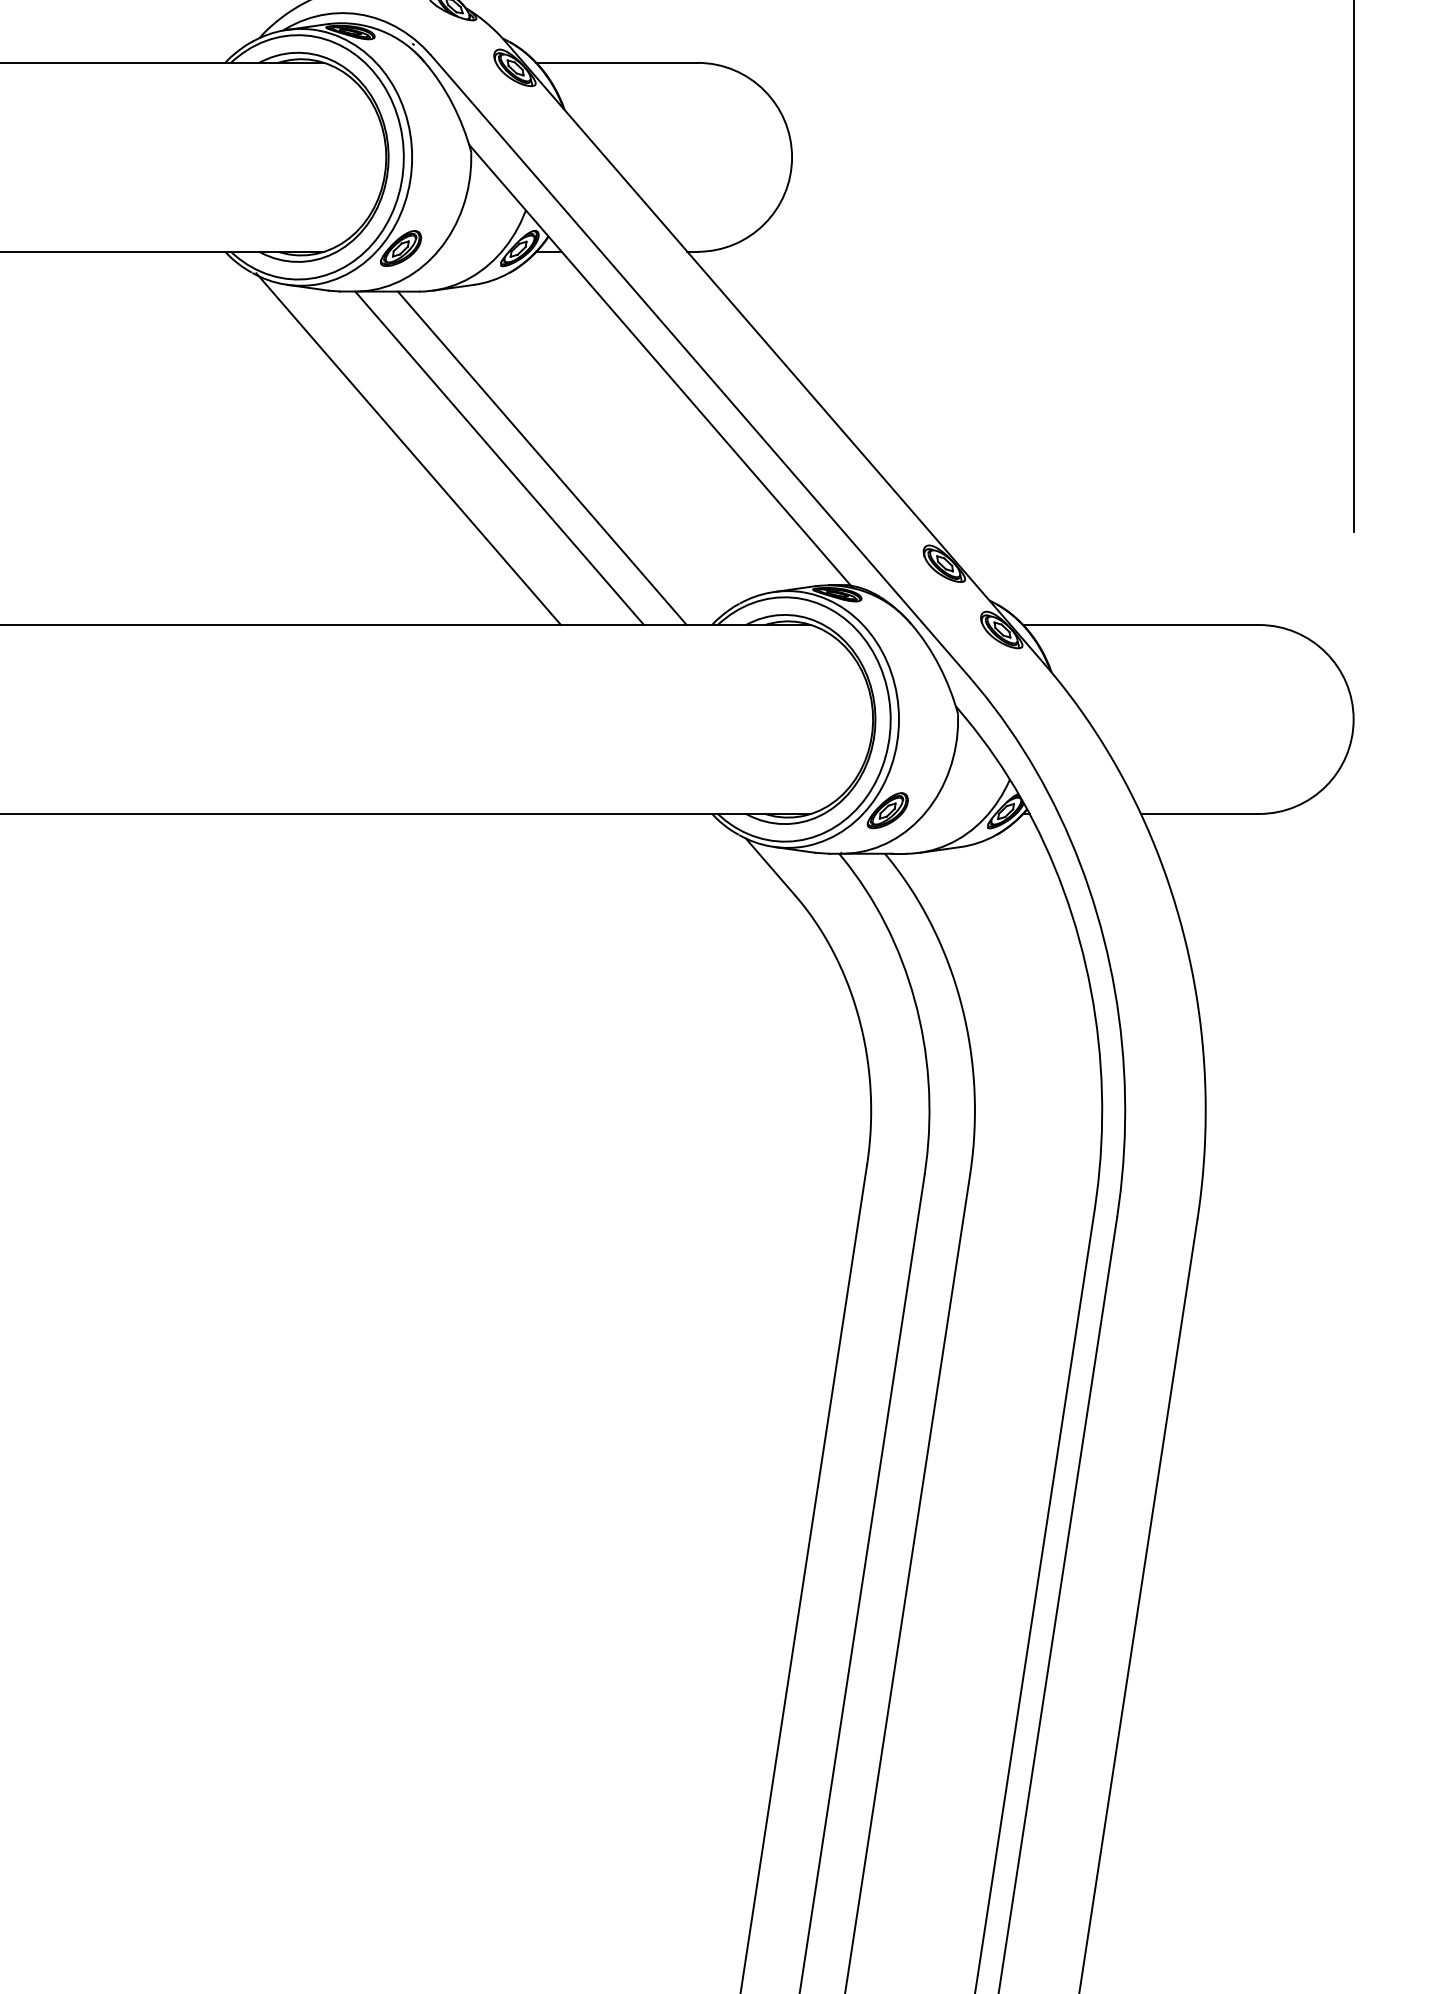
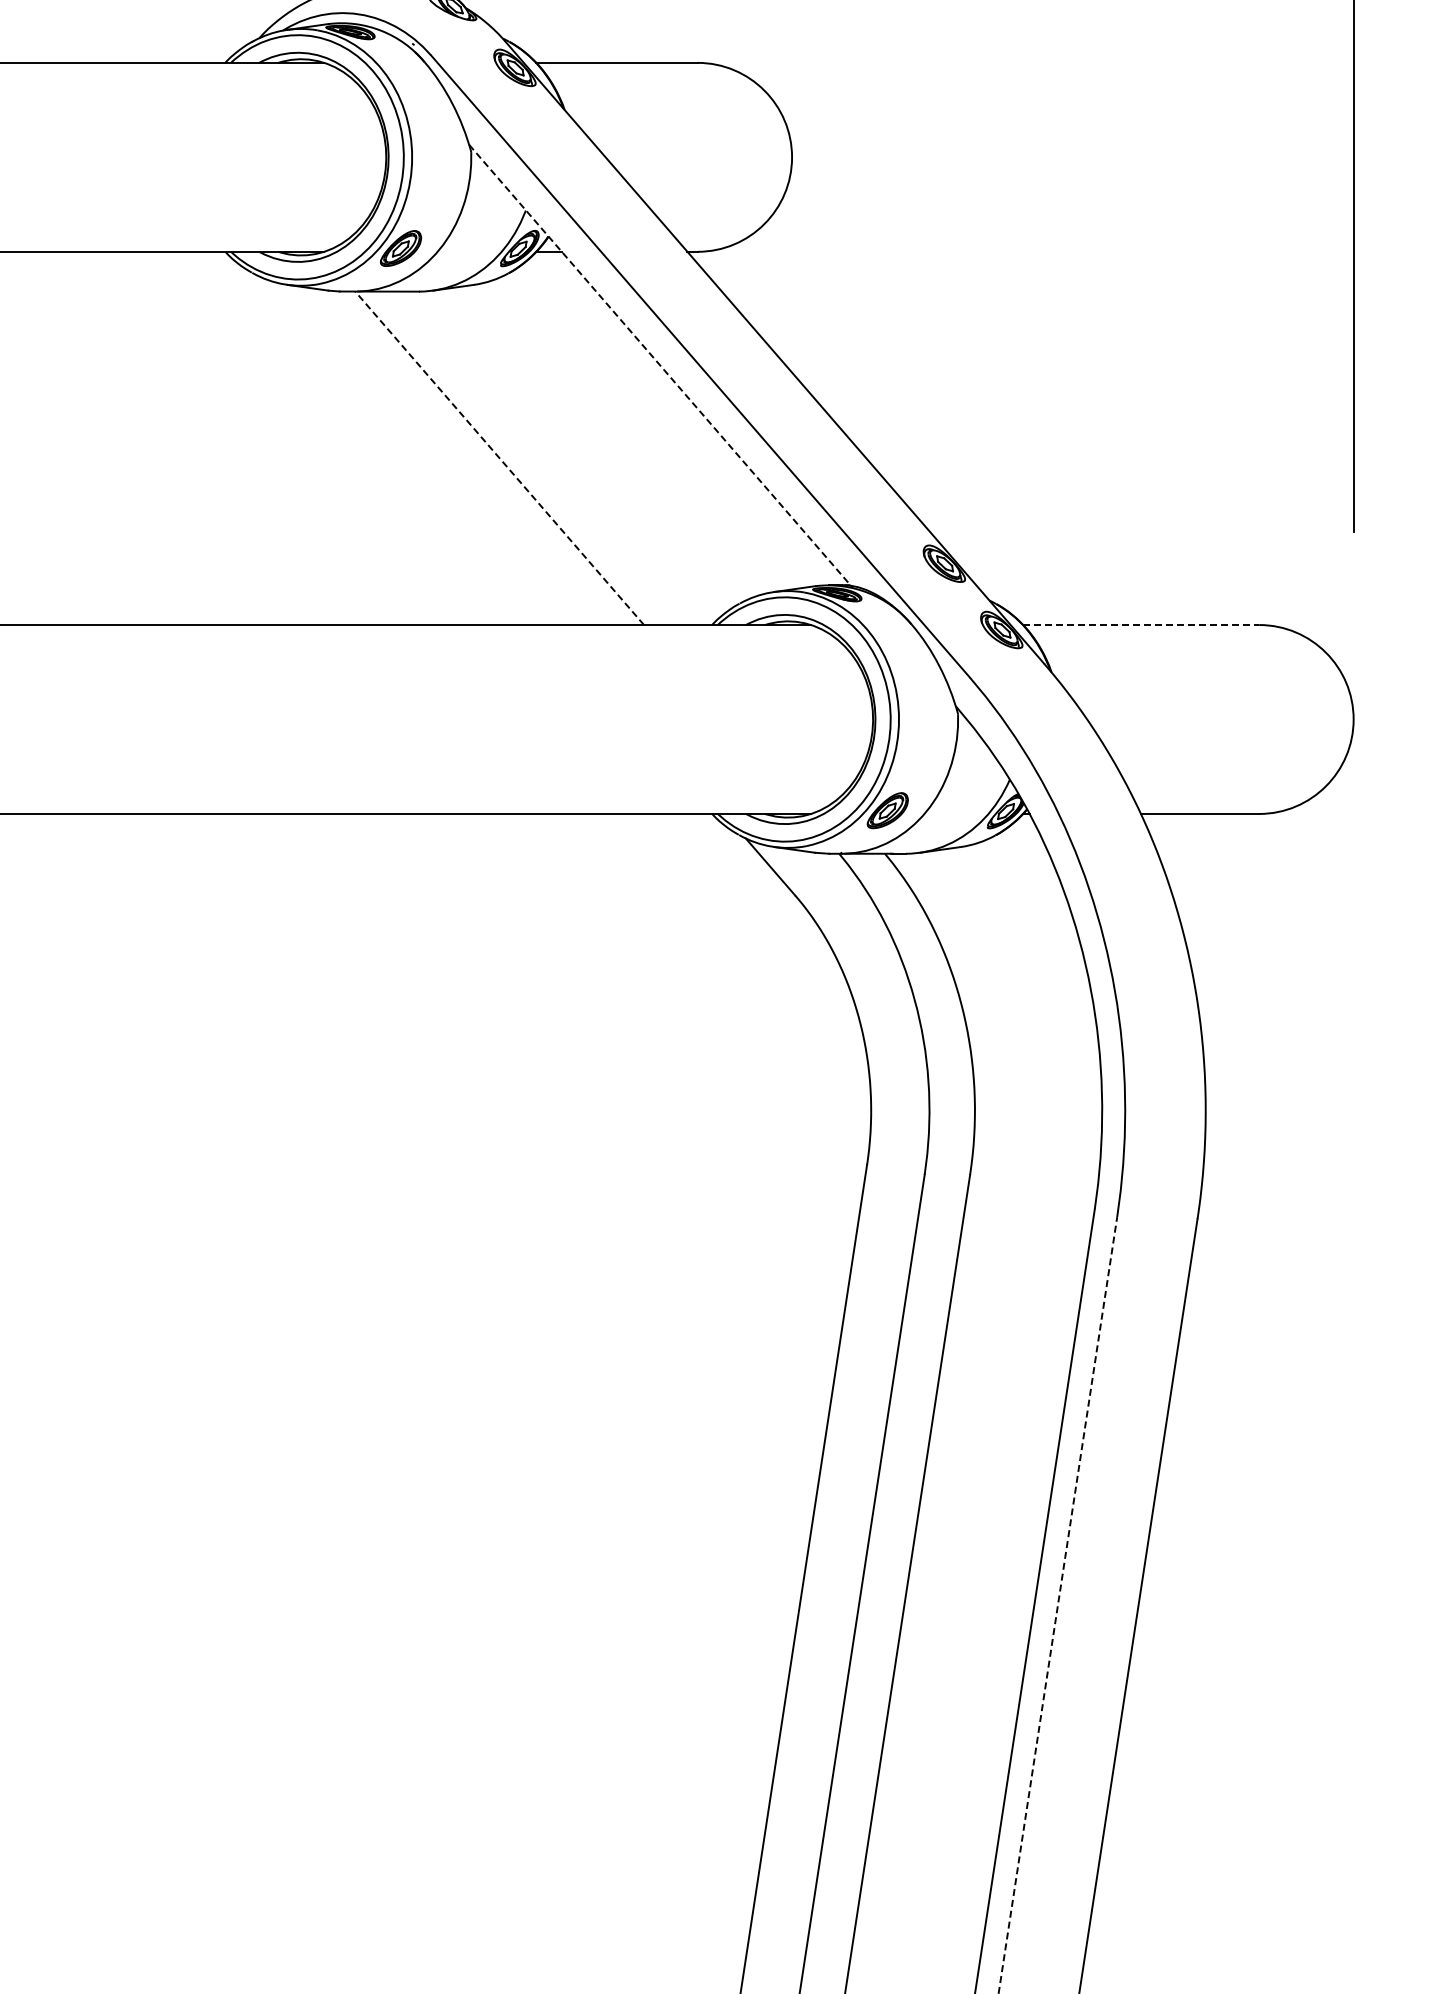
line at (661, 366): solid -> dashed
line at (408, 449): present -> none
line at (499, 458): solid -> dashed
line at (541, 458): present -> none
line at (1141, 625): solid -> dashed
line at (1057, 1605): solid -> dashed
